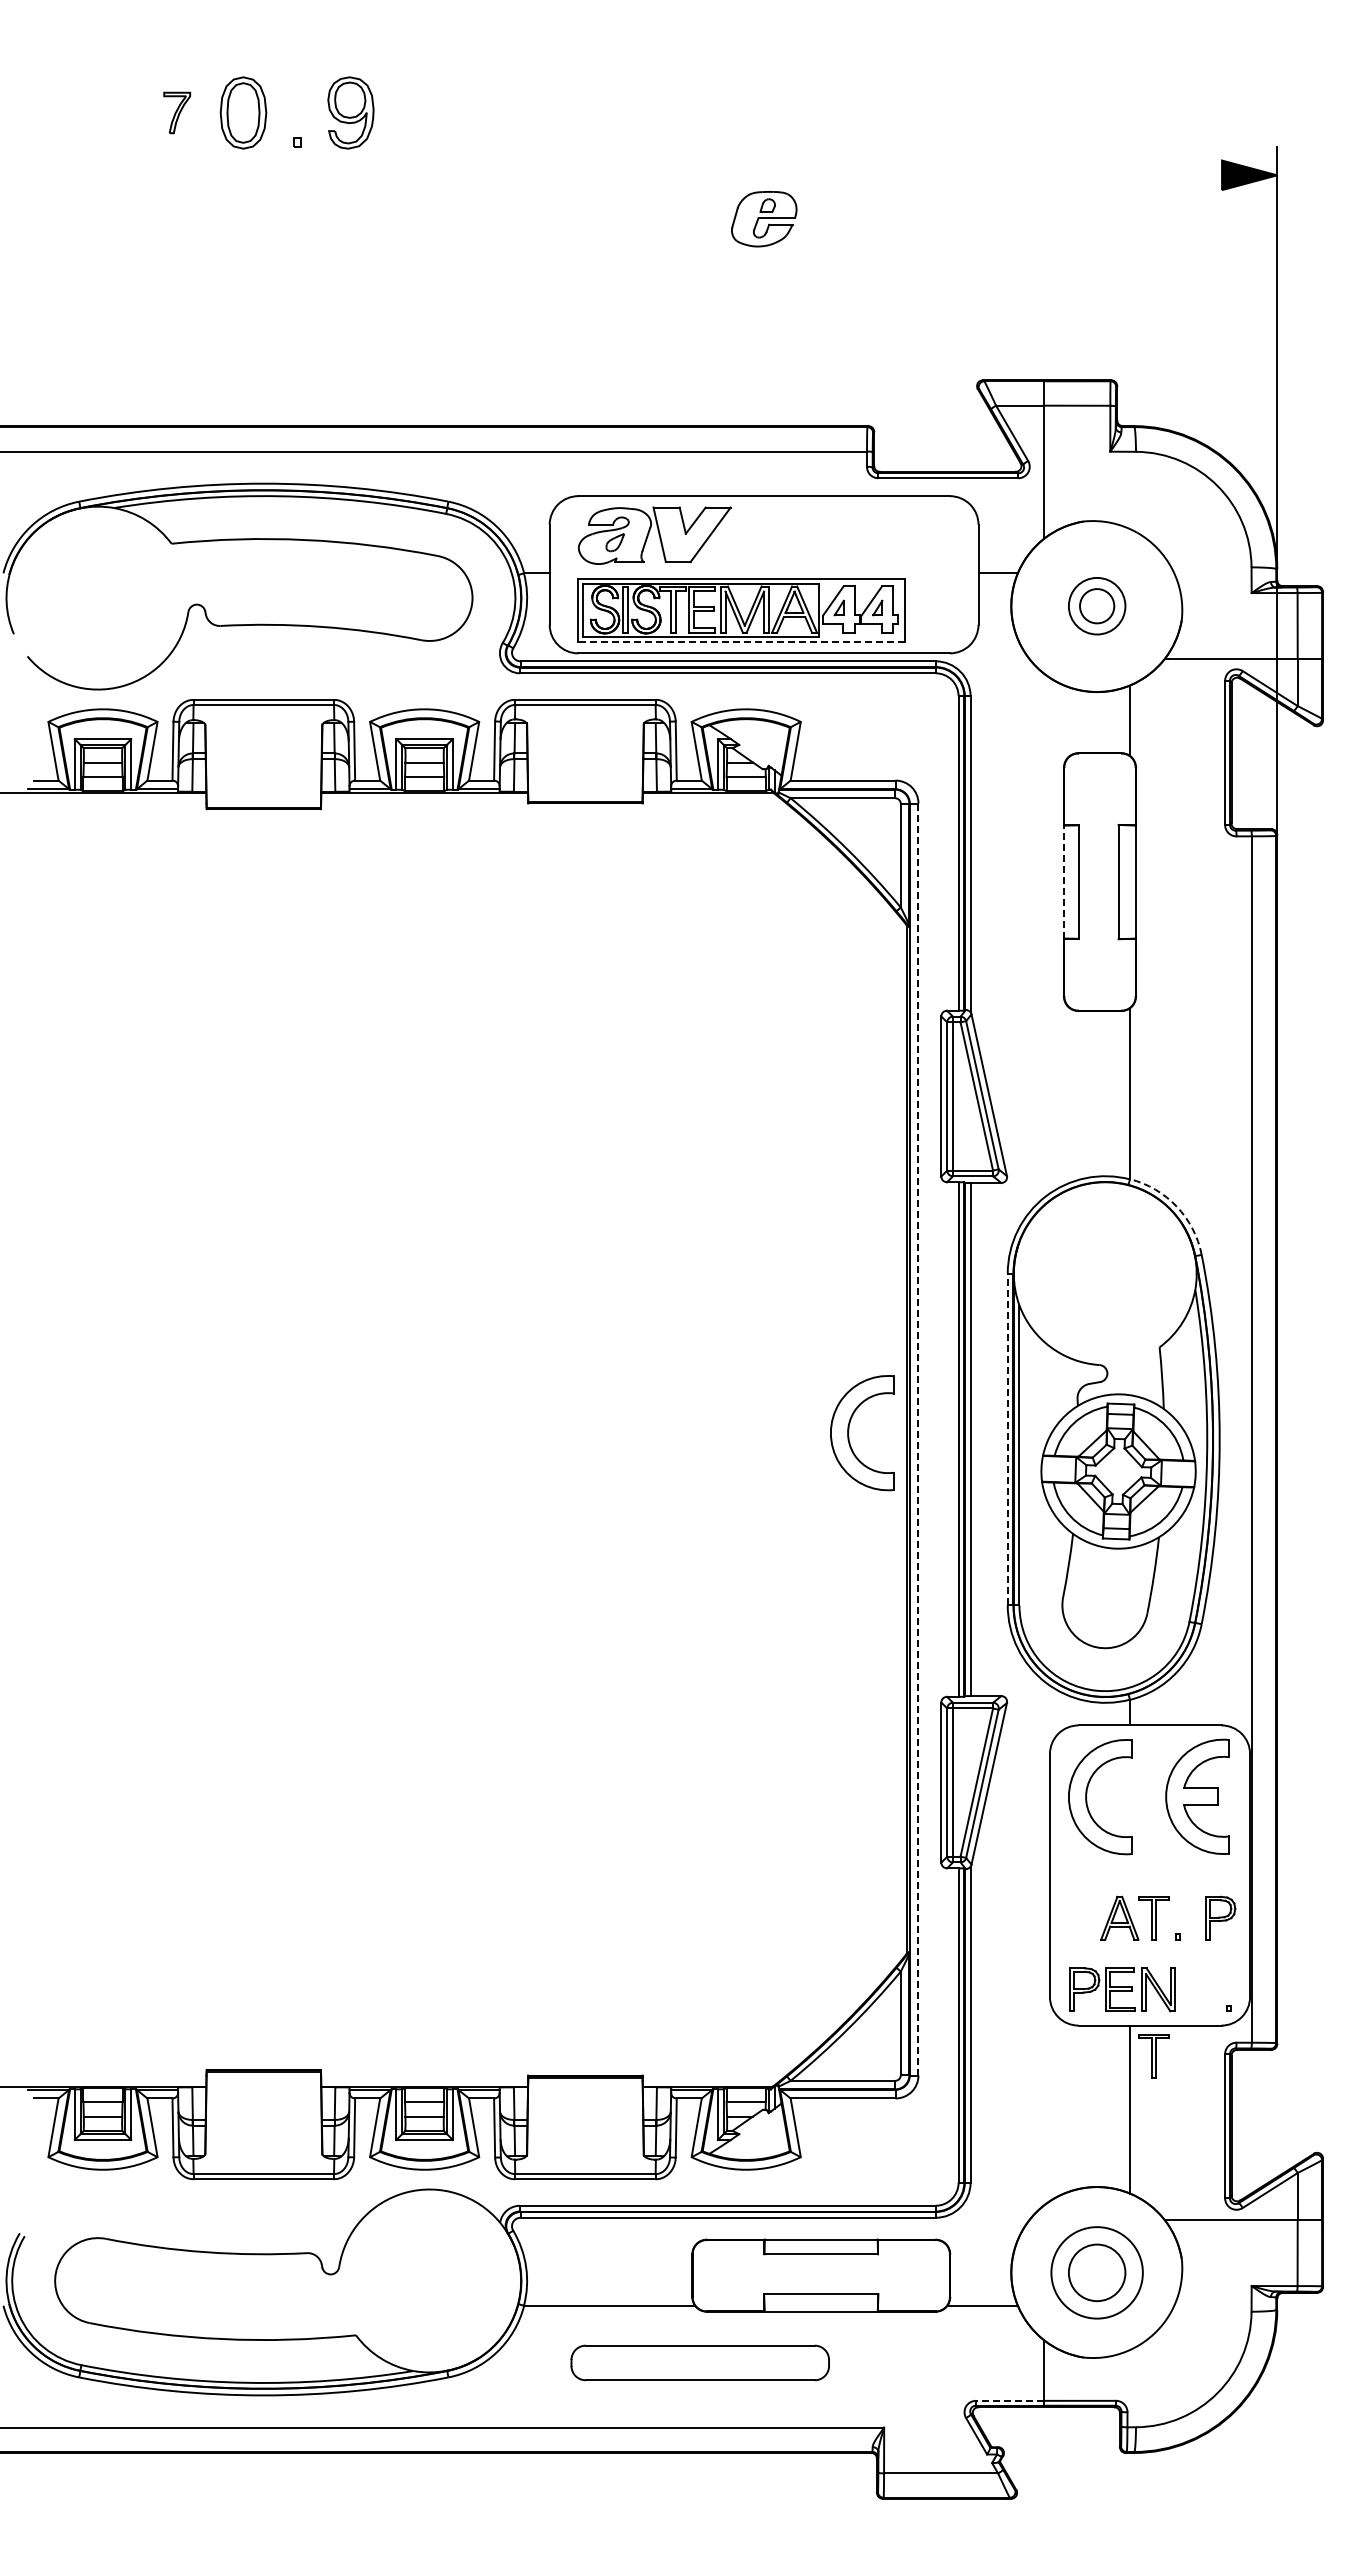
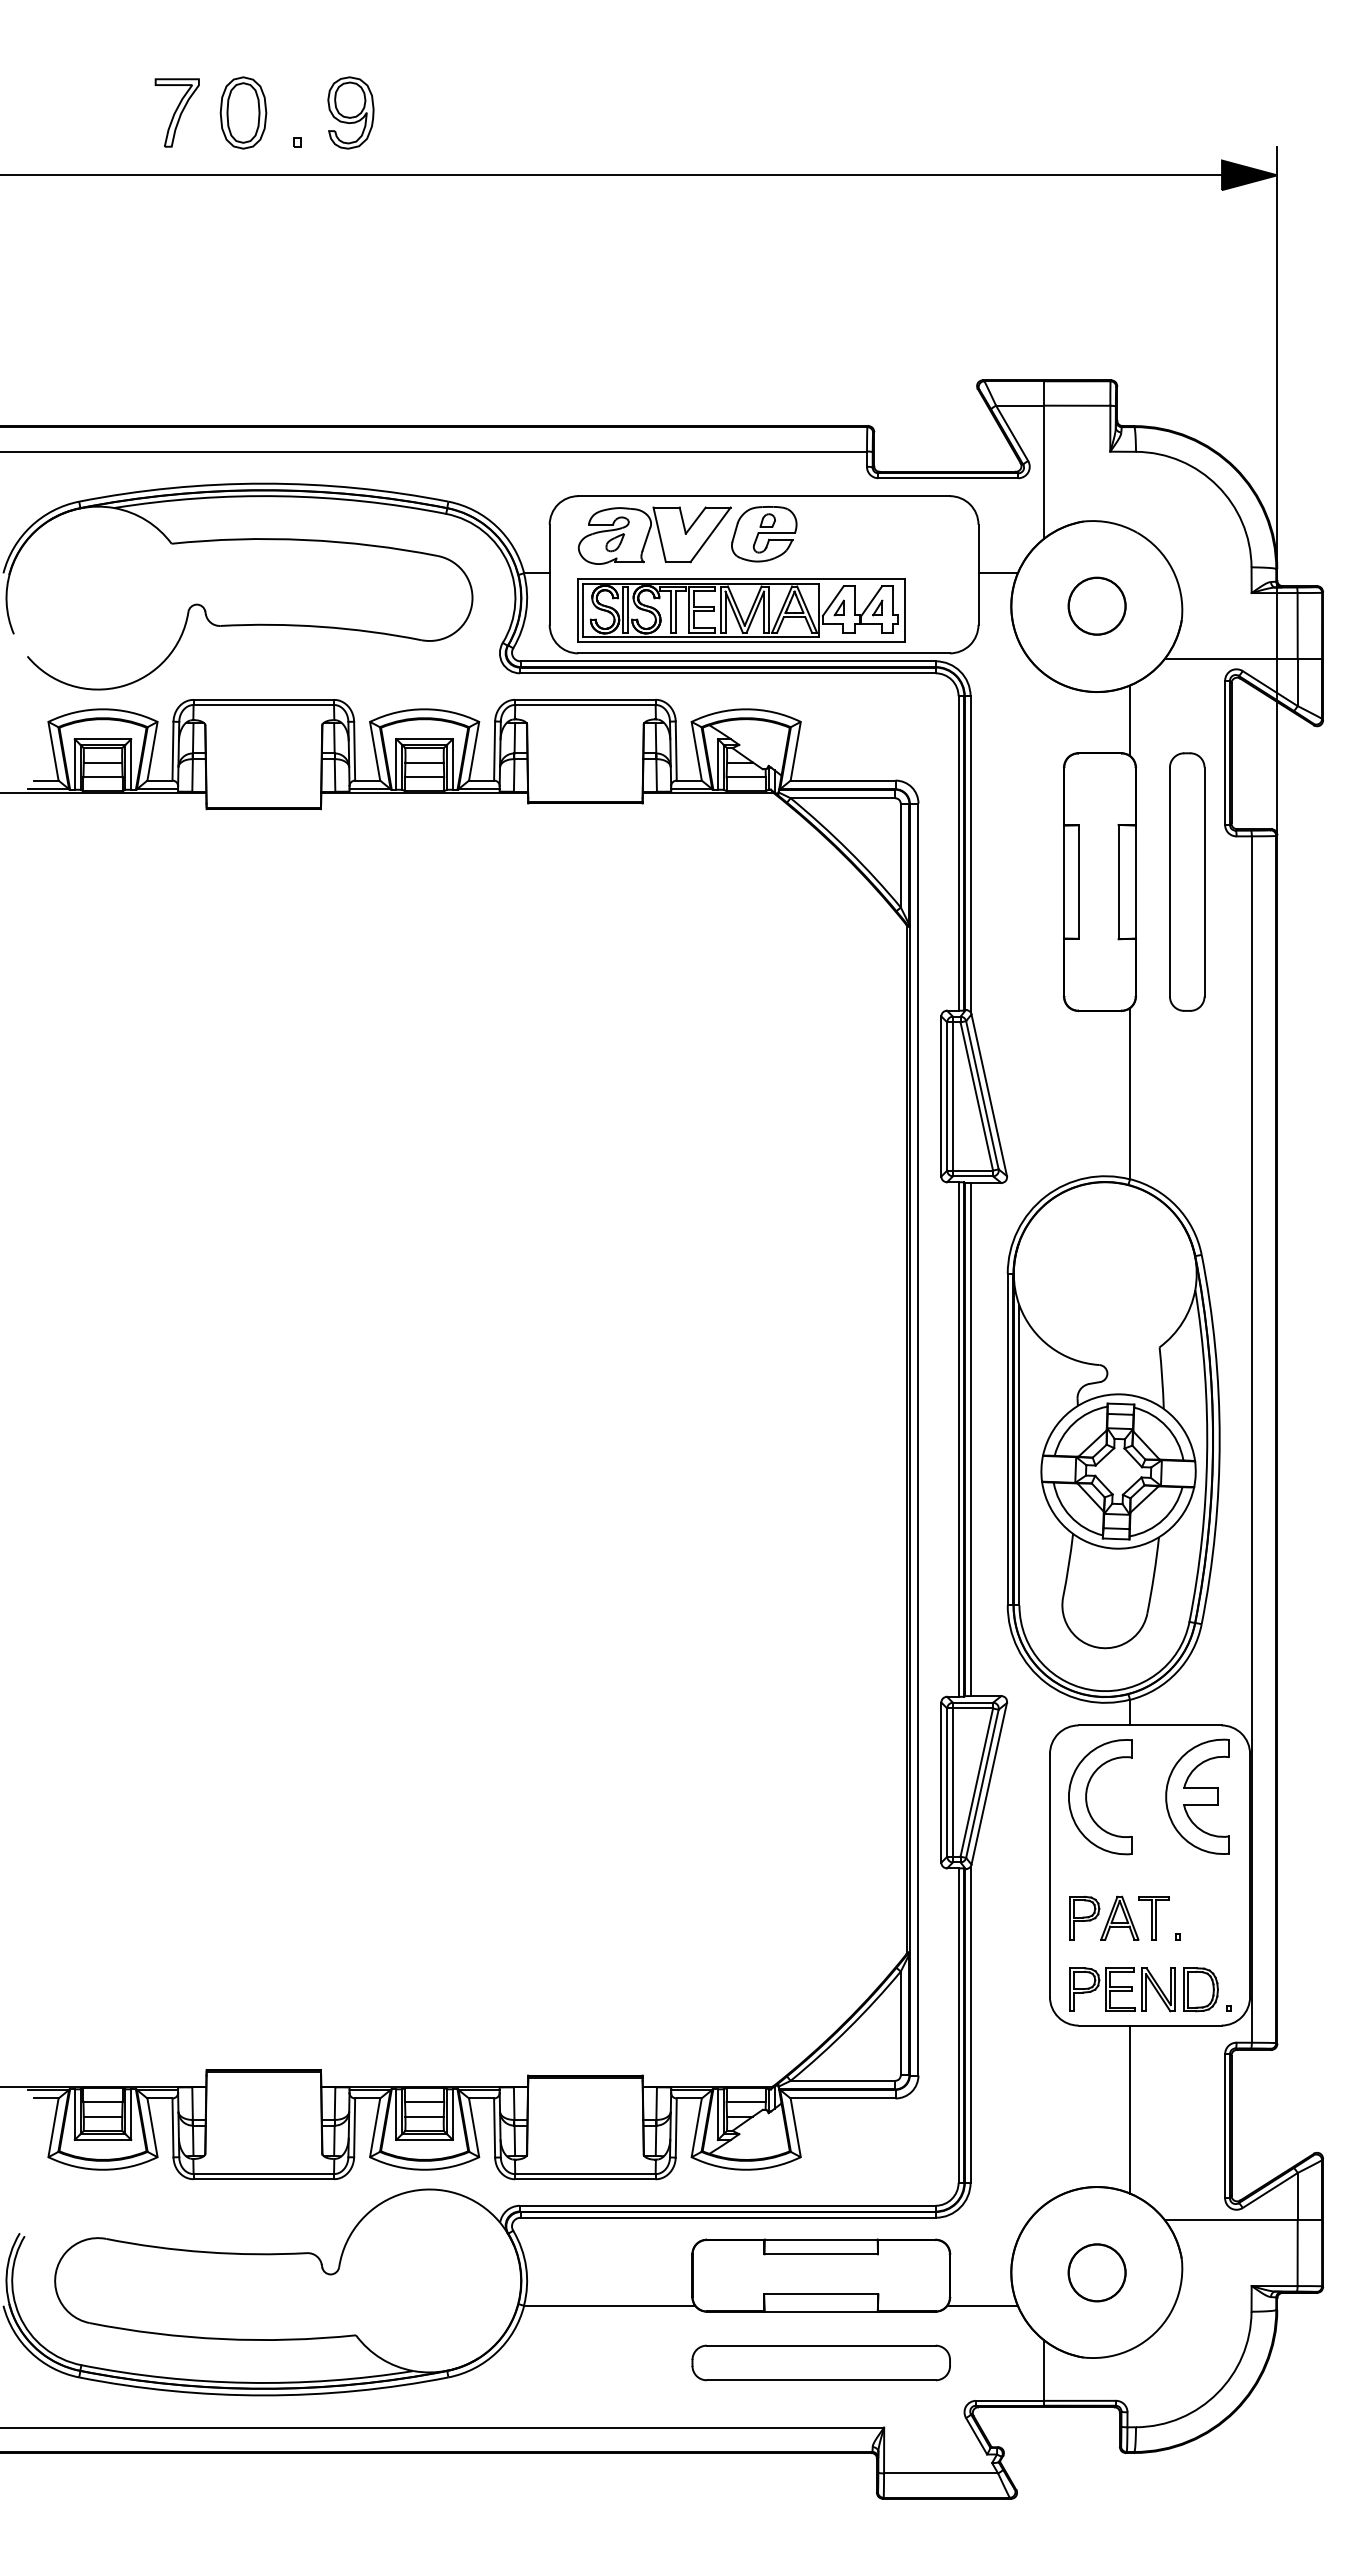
part at (177, 112) size: 29x44 px -> 46x70 px
line at (612, 175): none -> present
part at (764, 219) position: (764, 219) -> (764, 534)
circle at (1097, 606) diameter: 34 px -> 57 px
line at (740, 641): dashed -> solid
line at (1064, 881): dashed -> solid
part at (1187, 881): none -> present
arc at (1176, 1206): dashed -> solid
part at (849, 1436): present -> none
line at (918, 1439): dashed -> solid
line at (1007, 1439): dashed -> solid
part at (1220, 1917) position: (1220, 1917) -> (1084, 1917)
part at (1200, 1989): none -> present
part at (1153, 2056): present -> none
circle at (1096, 2272) diameter: 91 px -> 57 px
part at (699, 2362) position: (699, 2362) -> (820, 2362)
line at (1009, 2400): dashed -> solid
